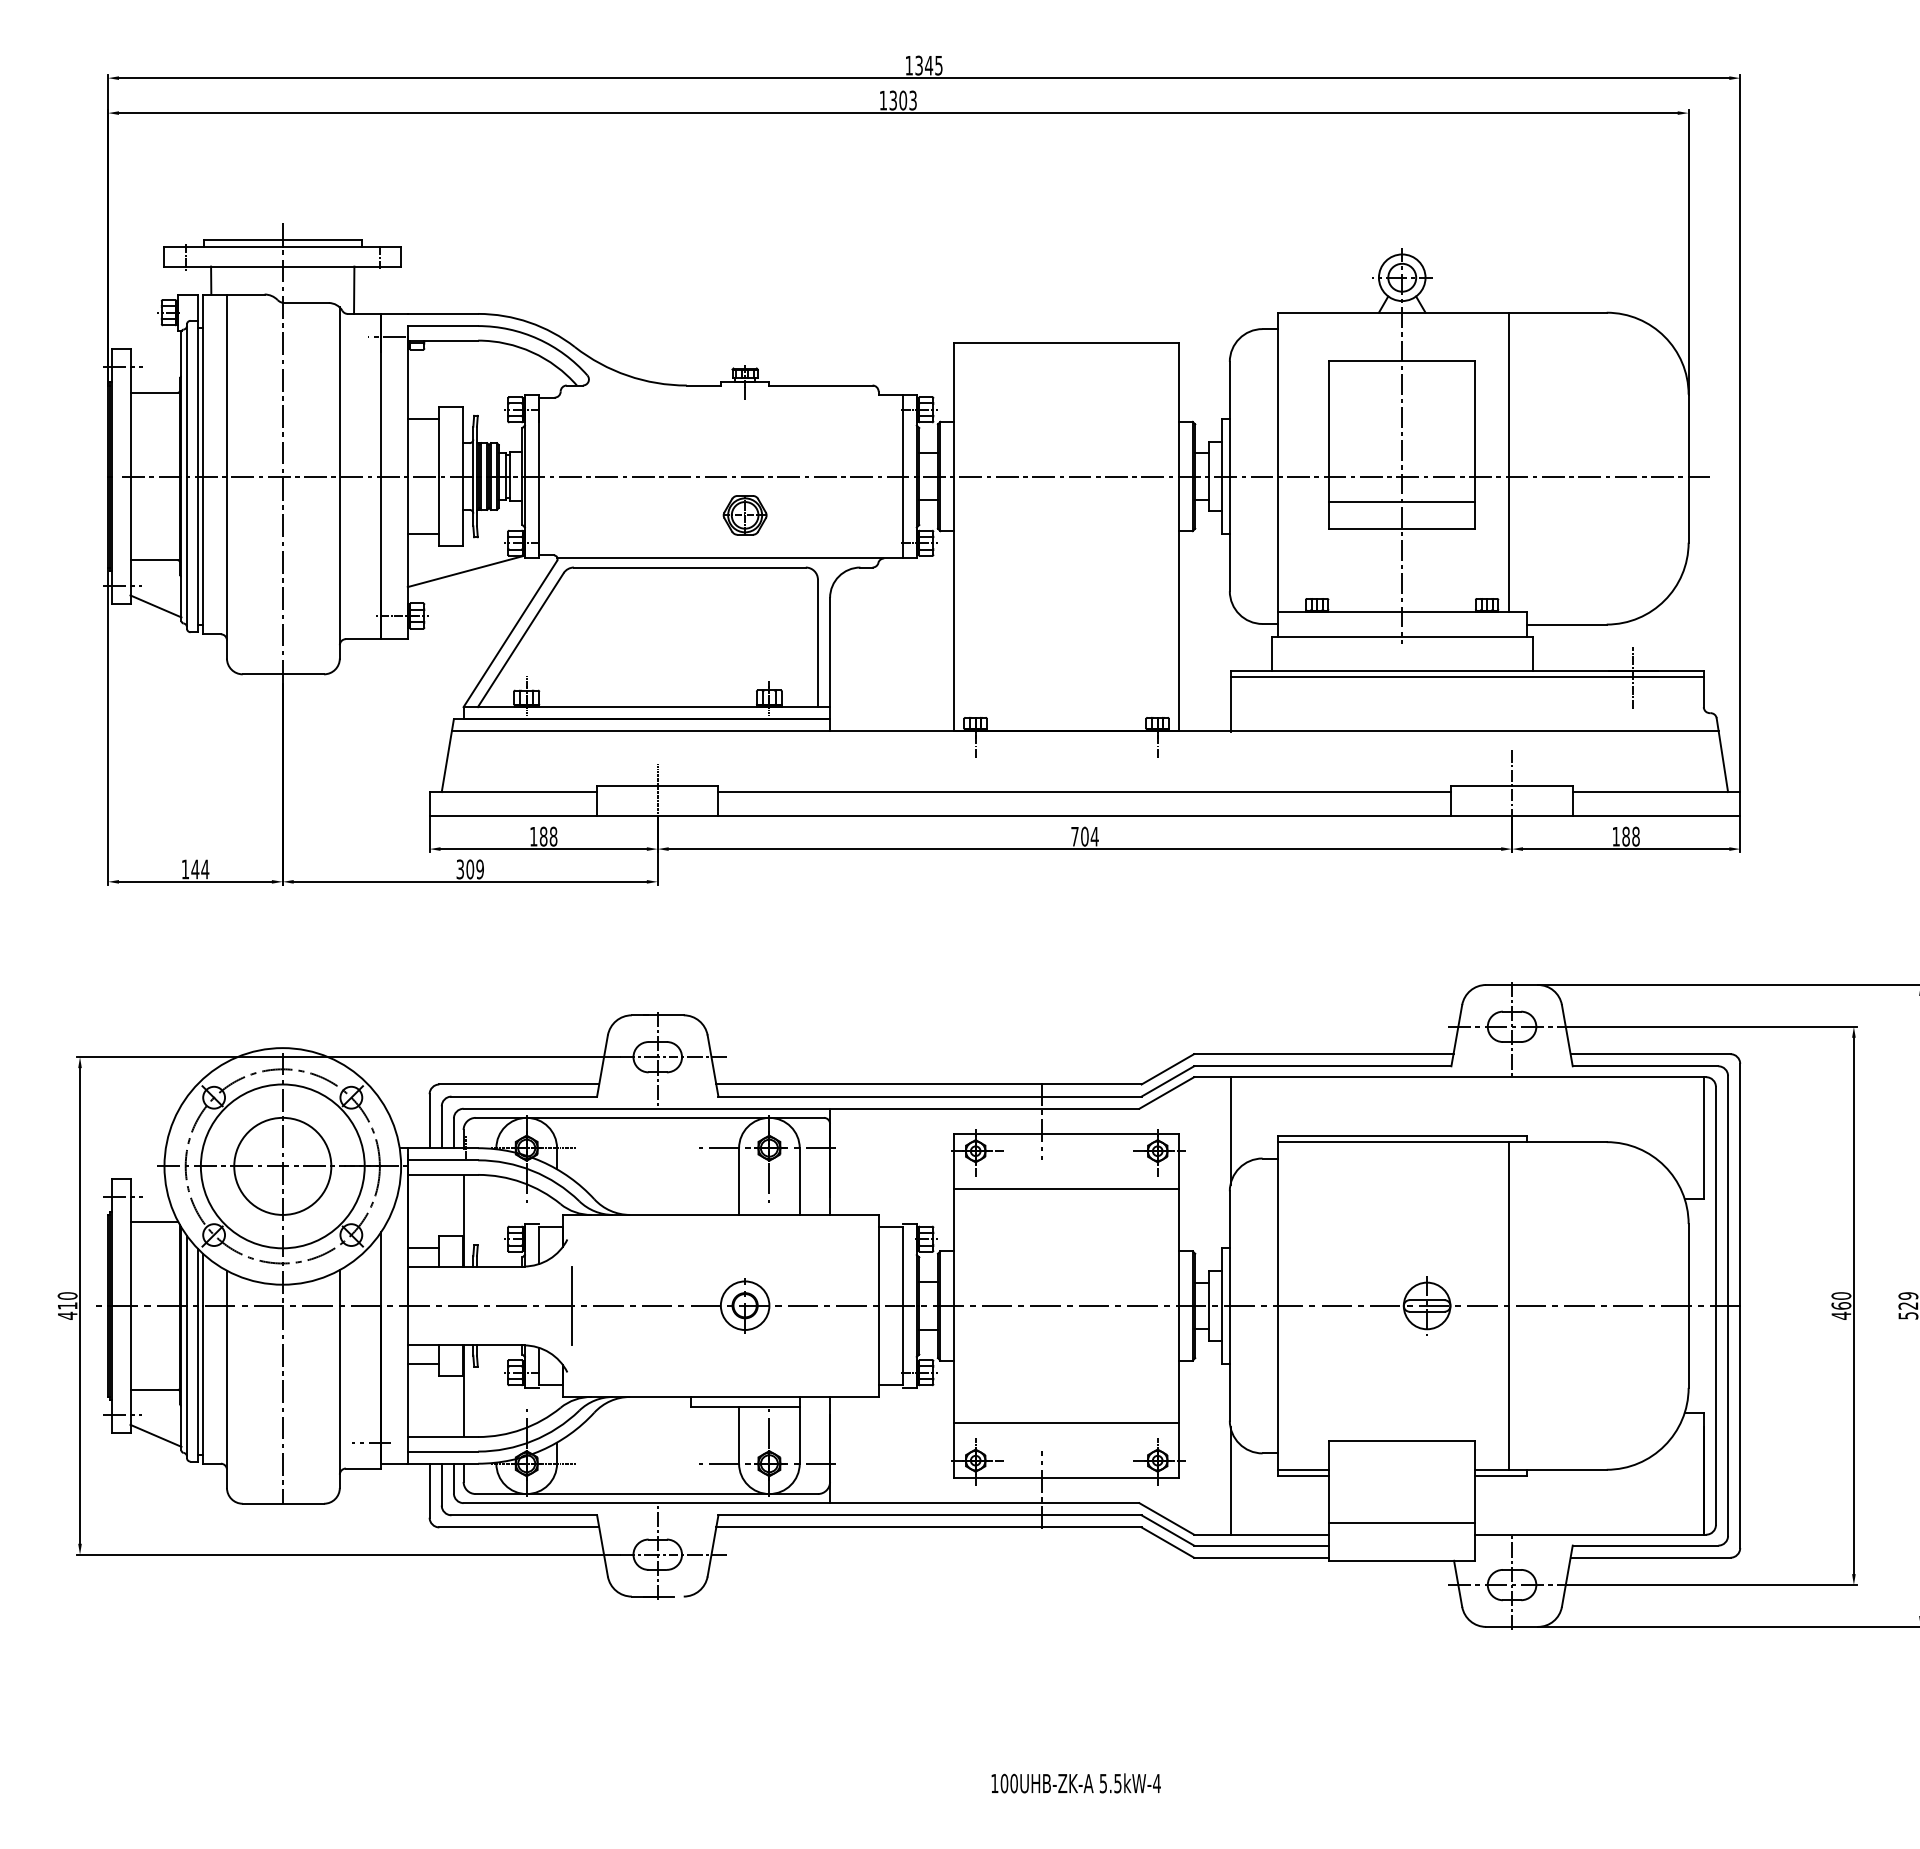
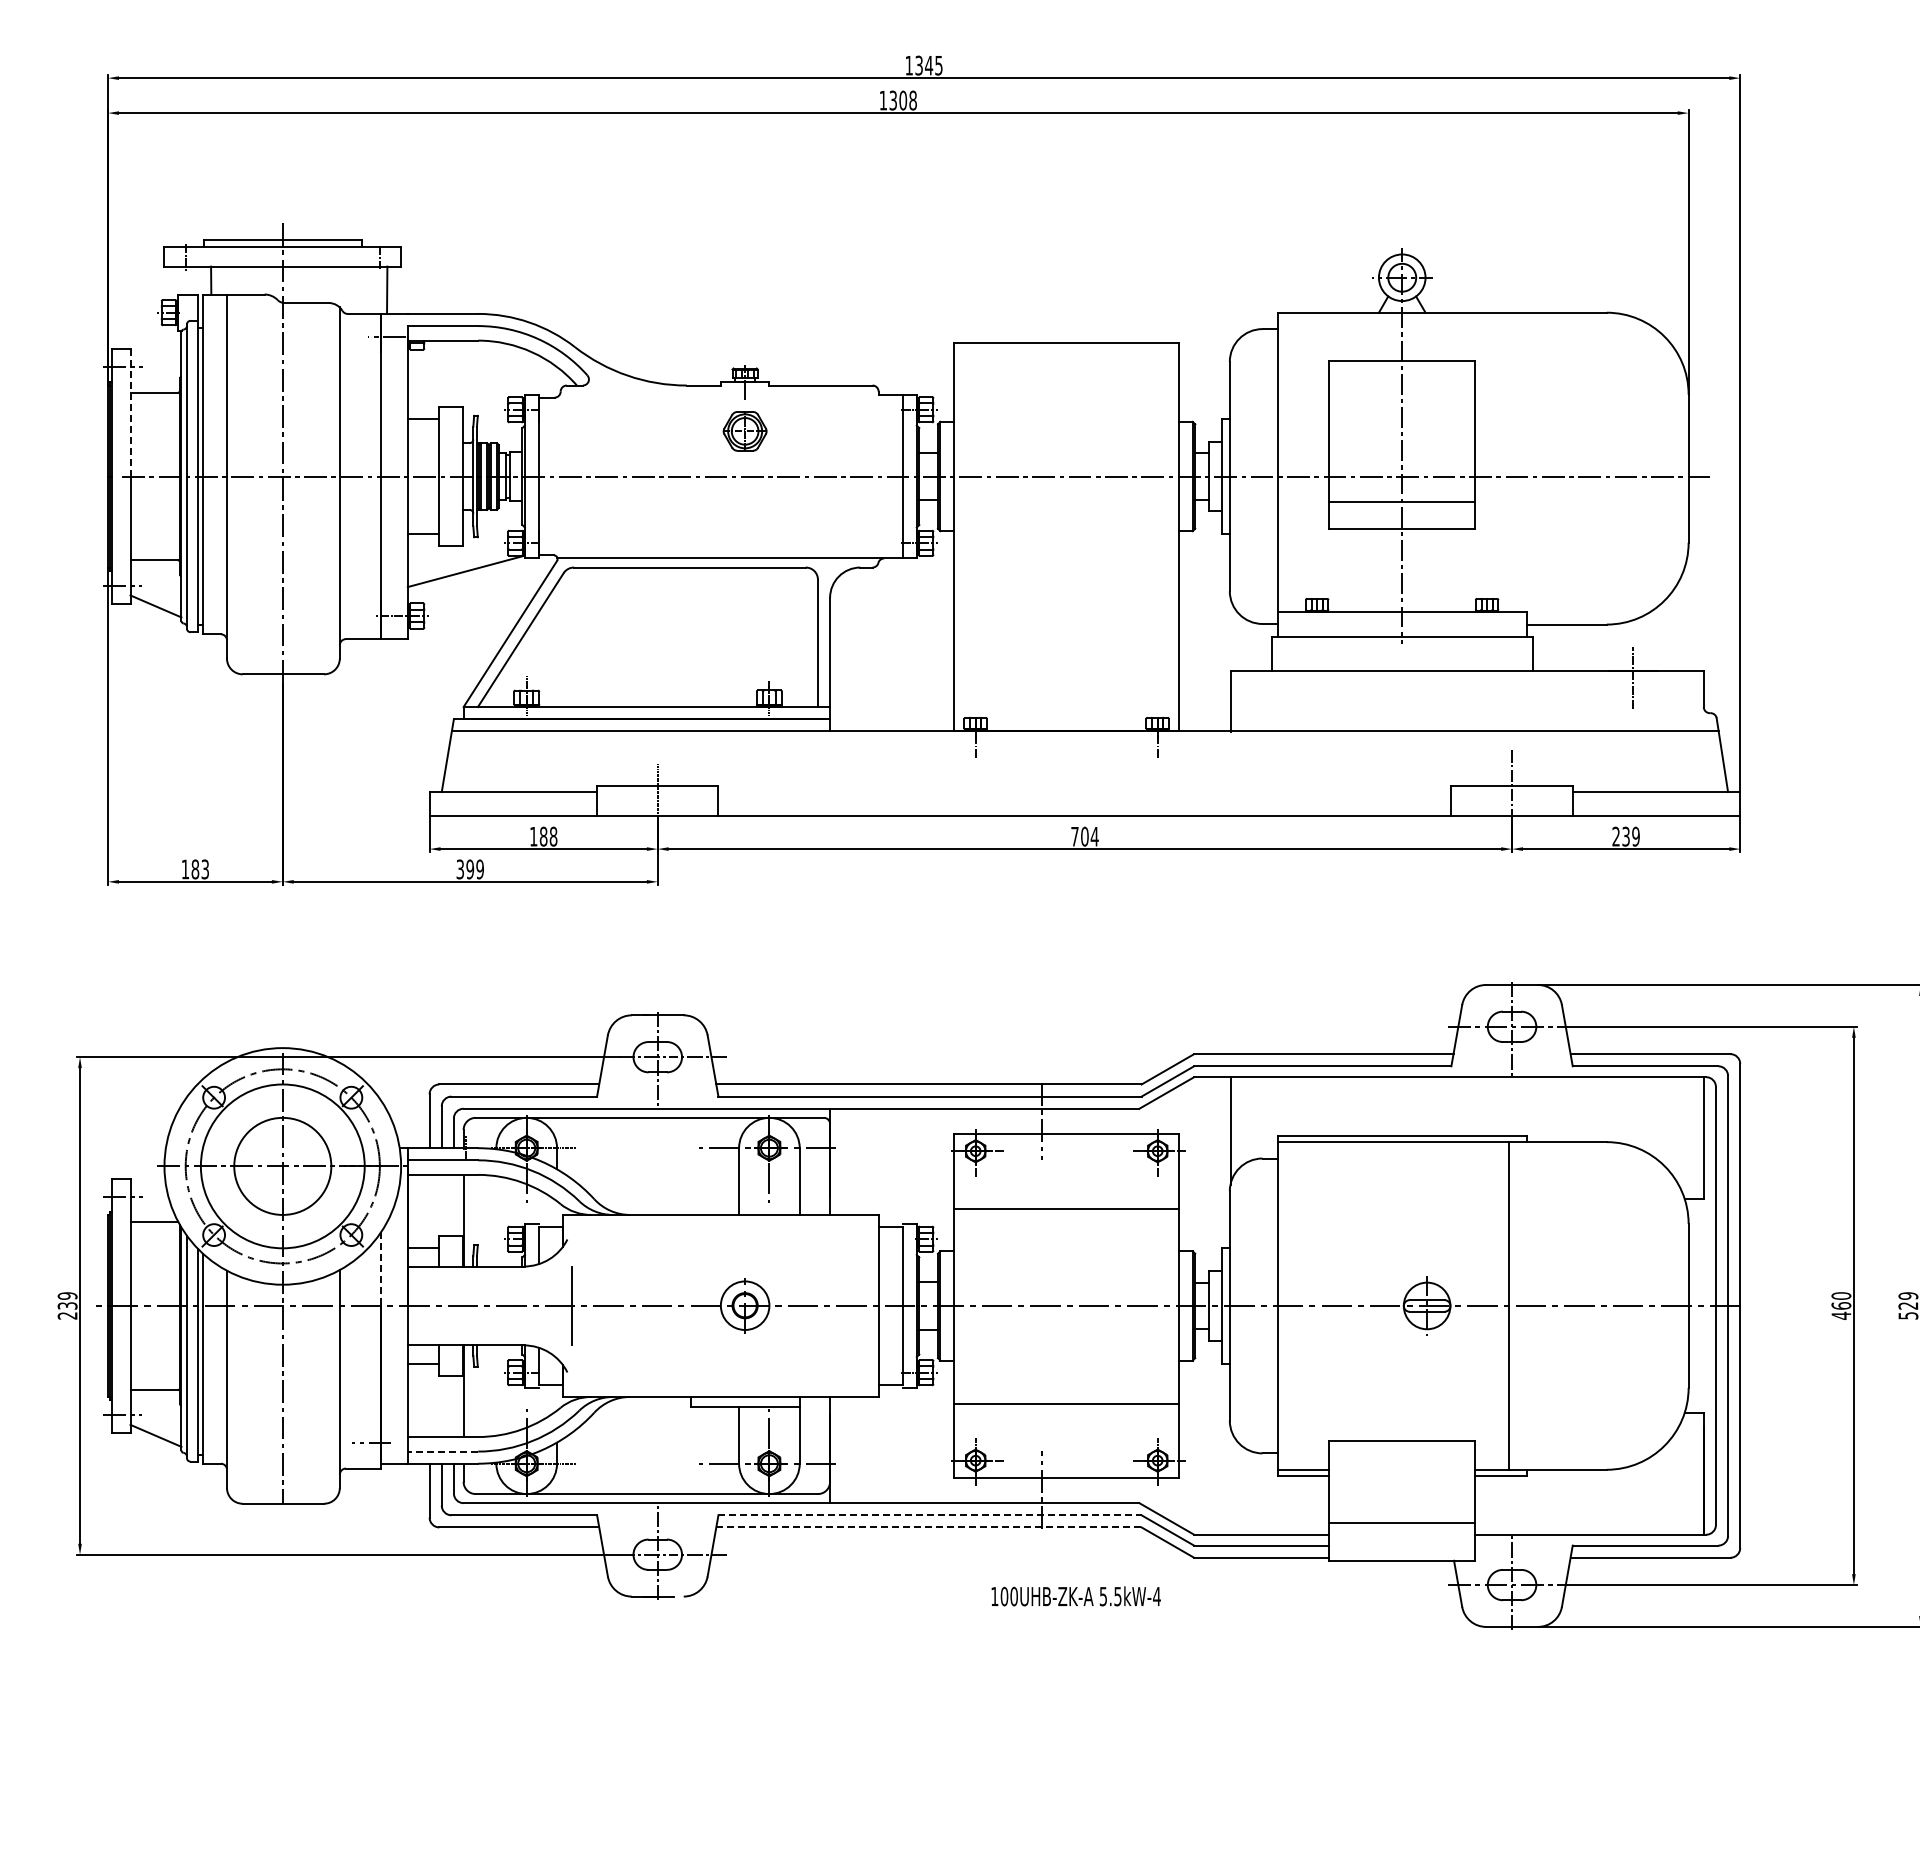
text at (912, 100): 1303 -> 1308
line at (354, 289) position: (354, 289) -> (387, 289)
line at (130, 412): solid -> dashed
line at (1509, 462): present -> none
part at (744, 515) position: (744, 515) -> (744, 431)
line at (1466, 676): present -> none
line at (1084, 792): present -> none
text at (1625, 836): 188 -> 239
text at (200, 869): 144 -> 183
text at (469, 869): 309 -> 399
line at (1066, 1188) position: (1066, 1188) -> (1066, 1208)
line at (381, 1269): solid -> dashed
text at (67, 1305): 410 -> 239
line at (1066, 1423) position: (1066, 1423) -> (1066, 1404)
line at (442, 1451): solid -> dashed
line at (1230, 1480): present -> none
line at (930, 1515): solid -> dashed
line at (928, 1527): solid -> dashed
text at (1075, 1783) position: (1075, 1783) -> (1075, 1596)
